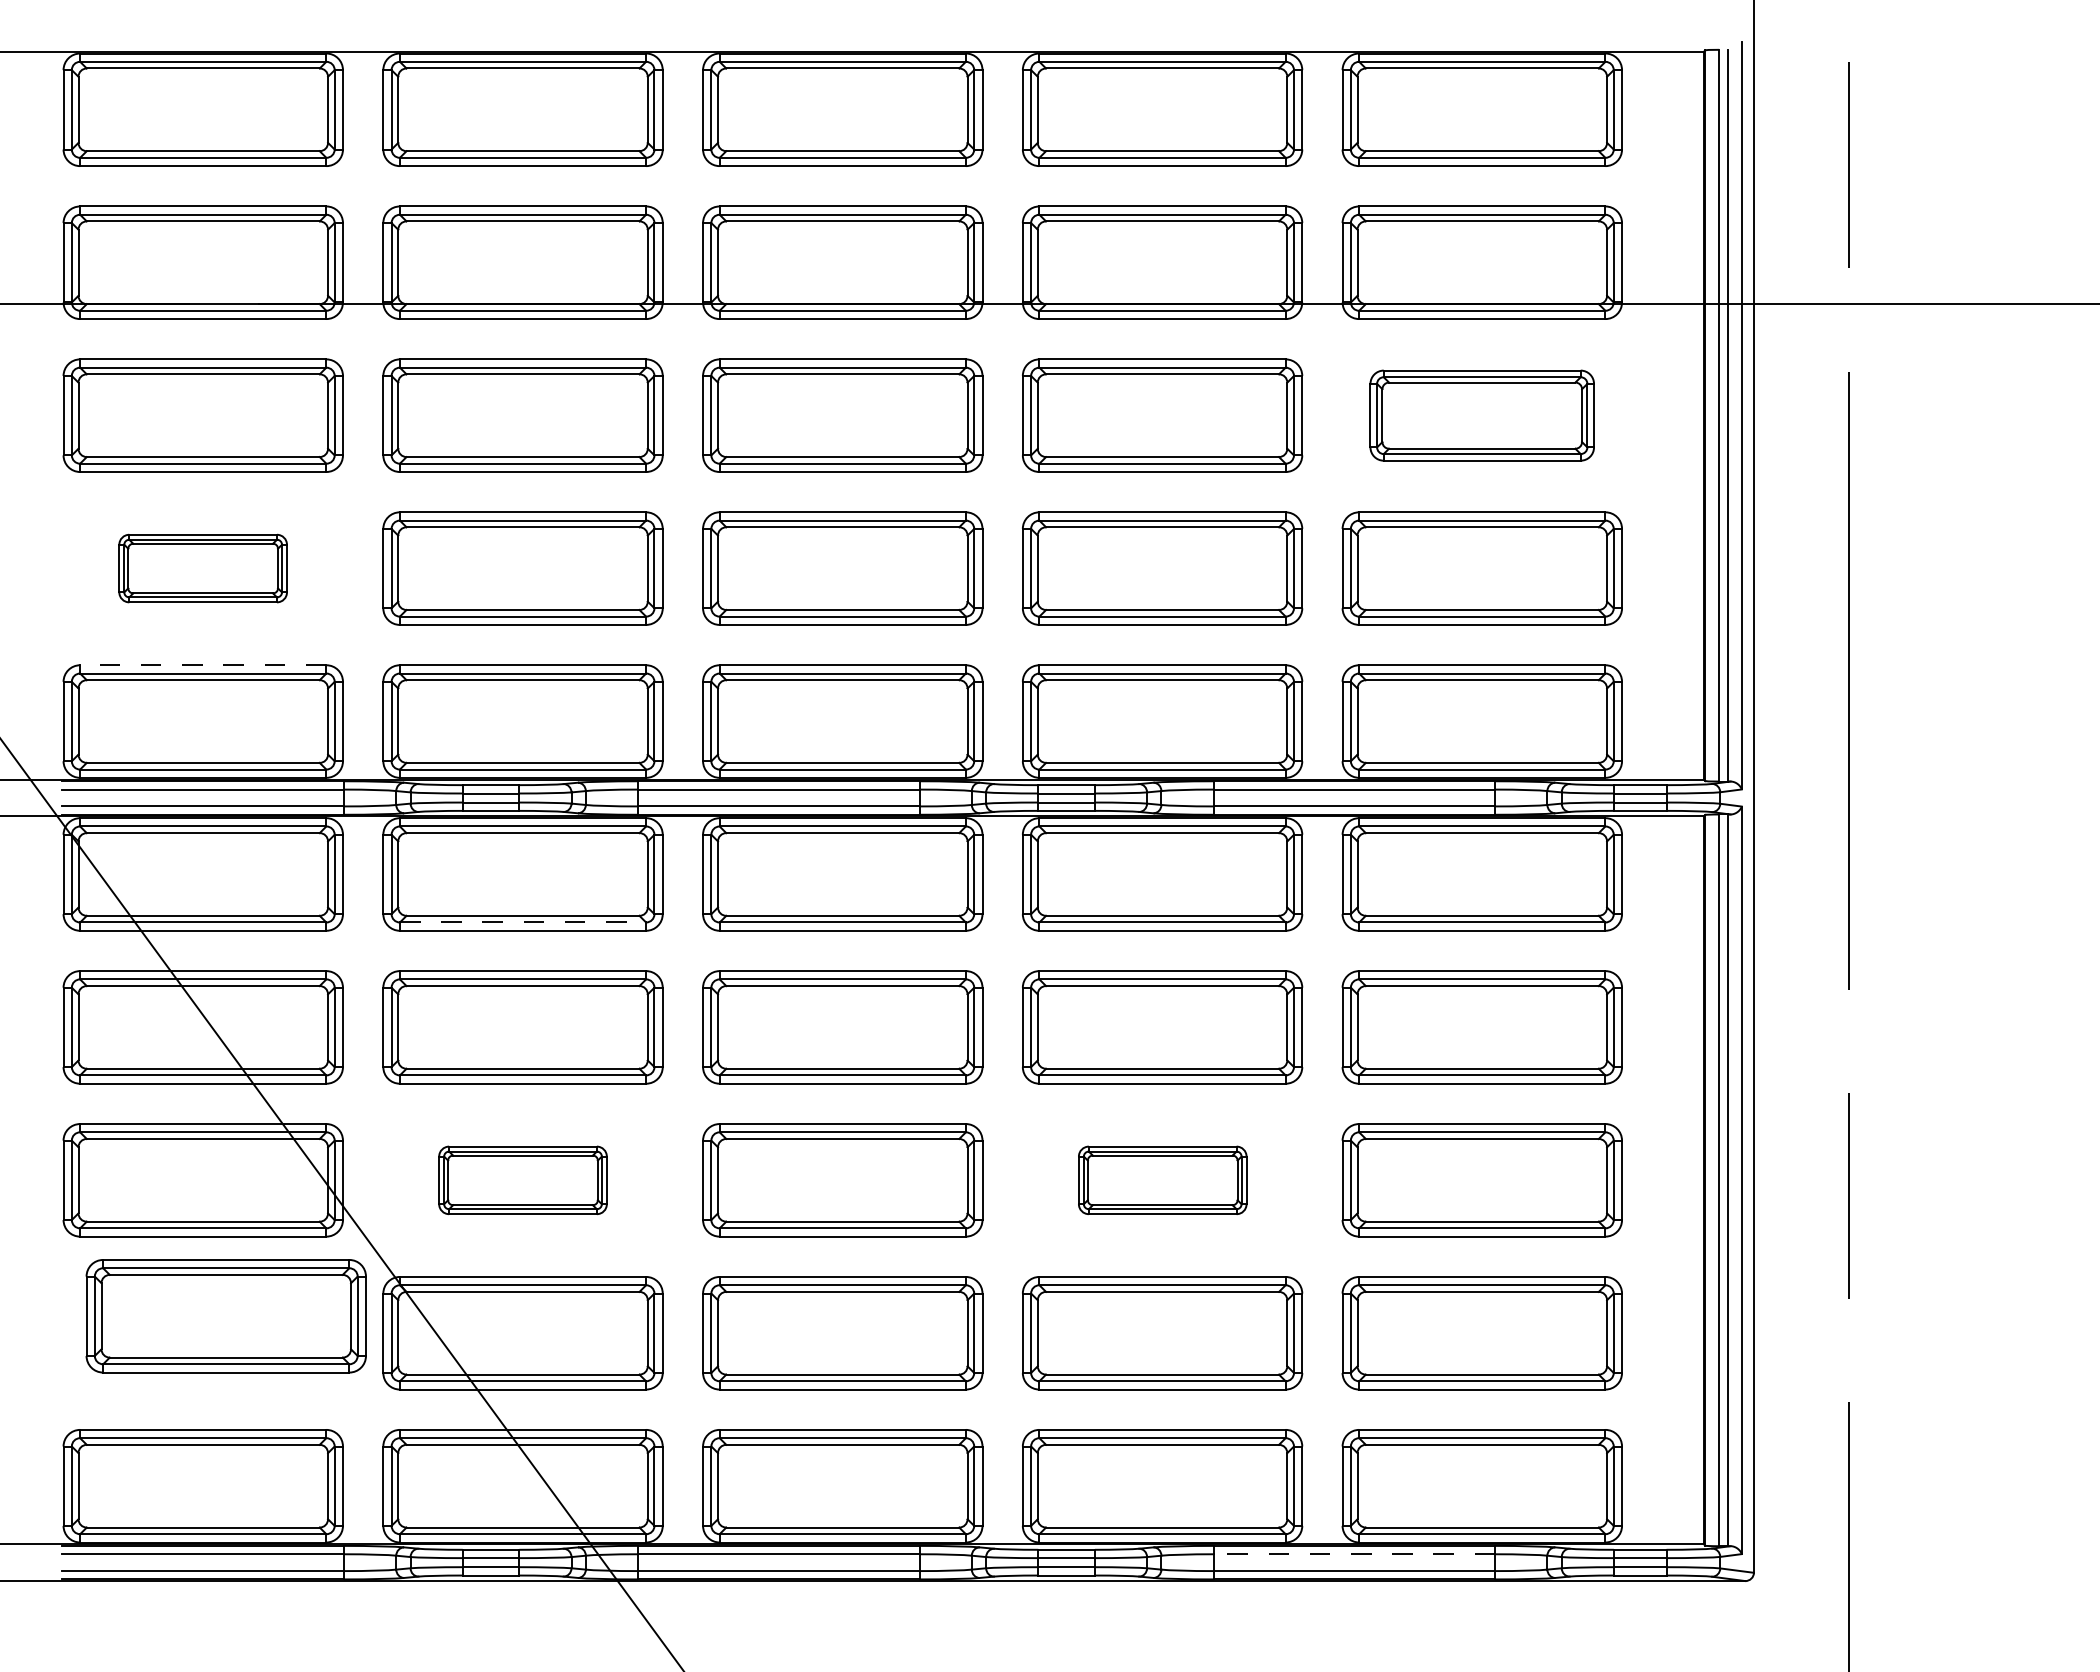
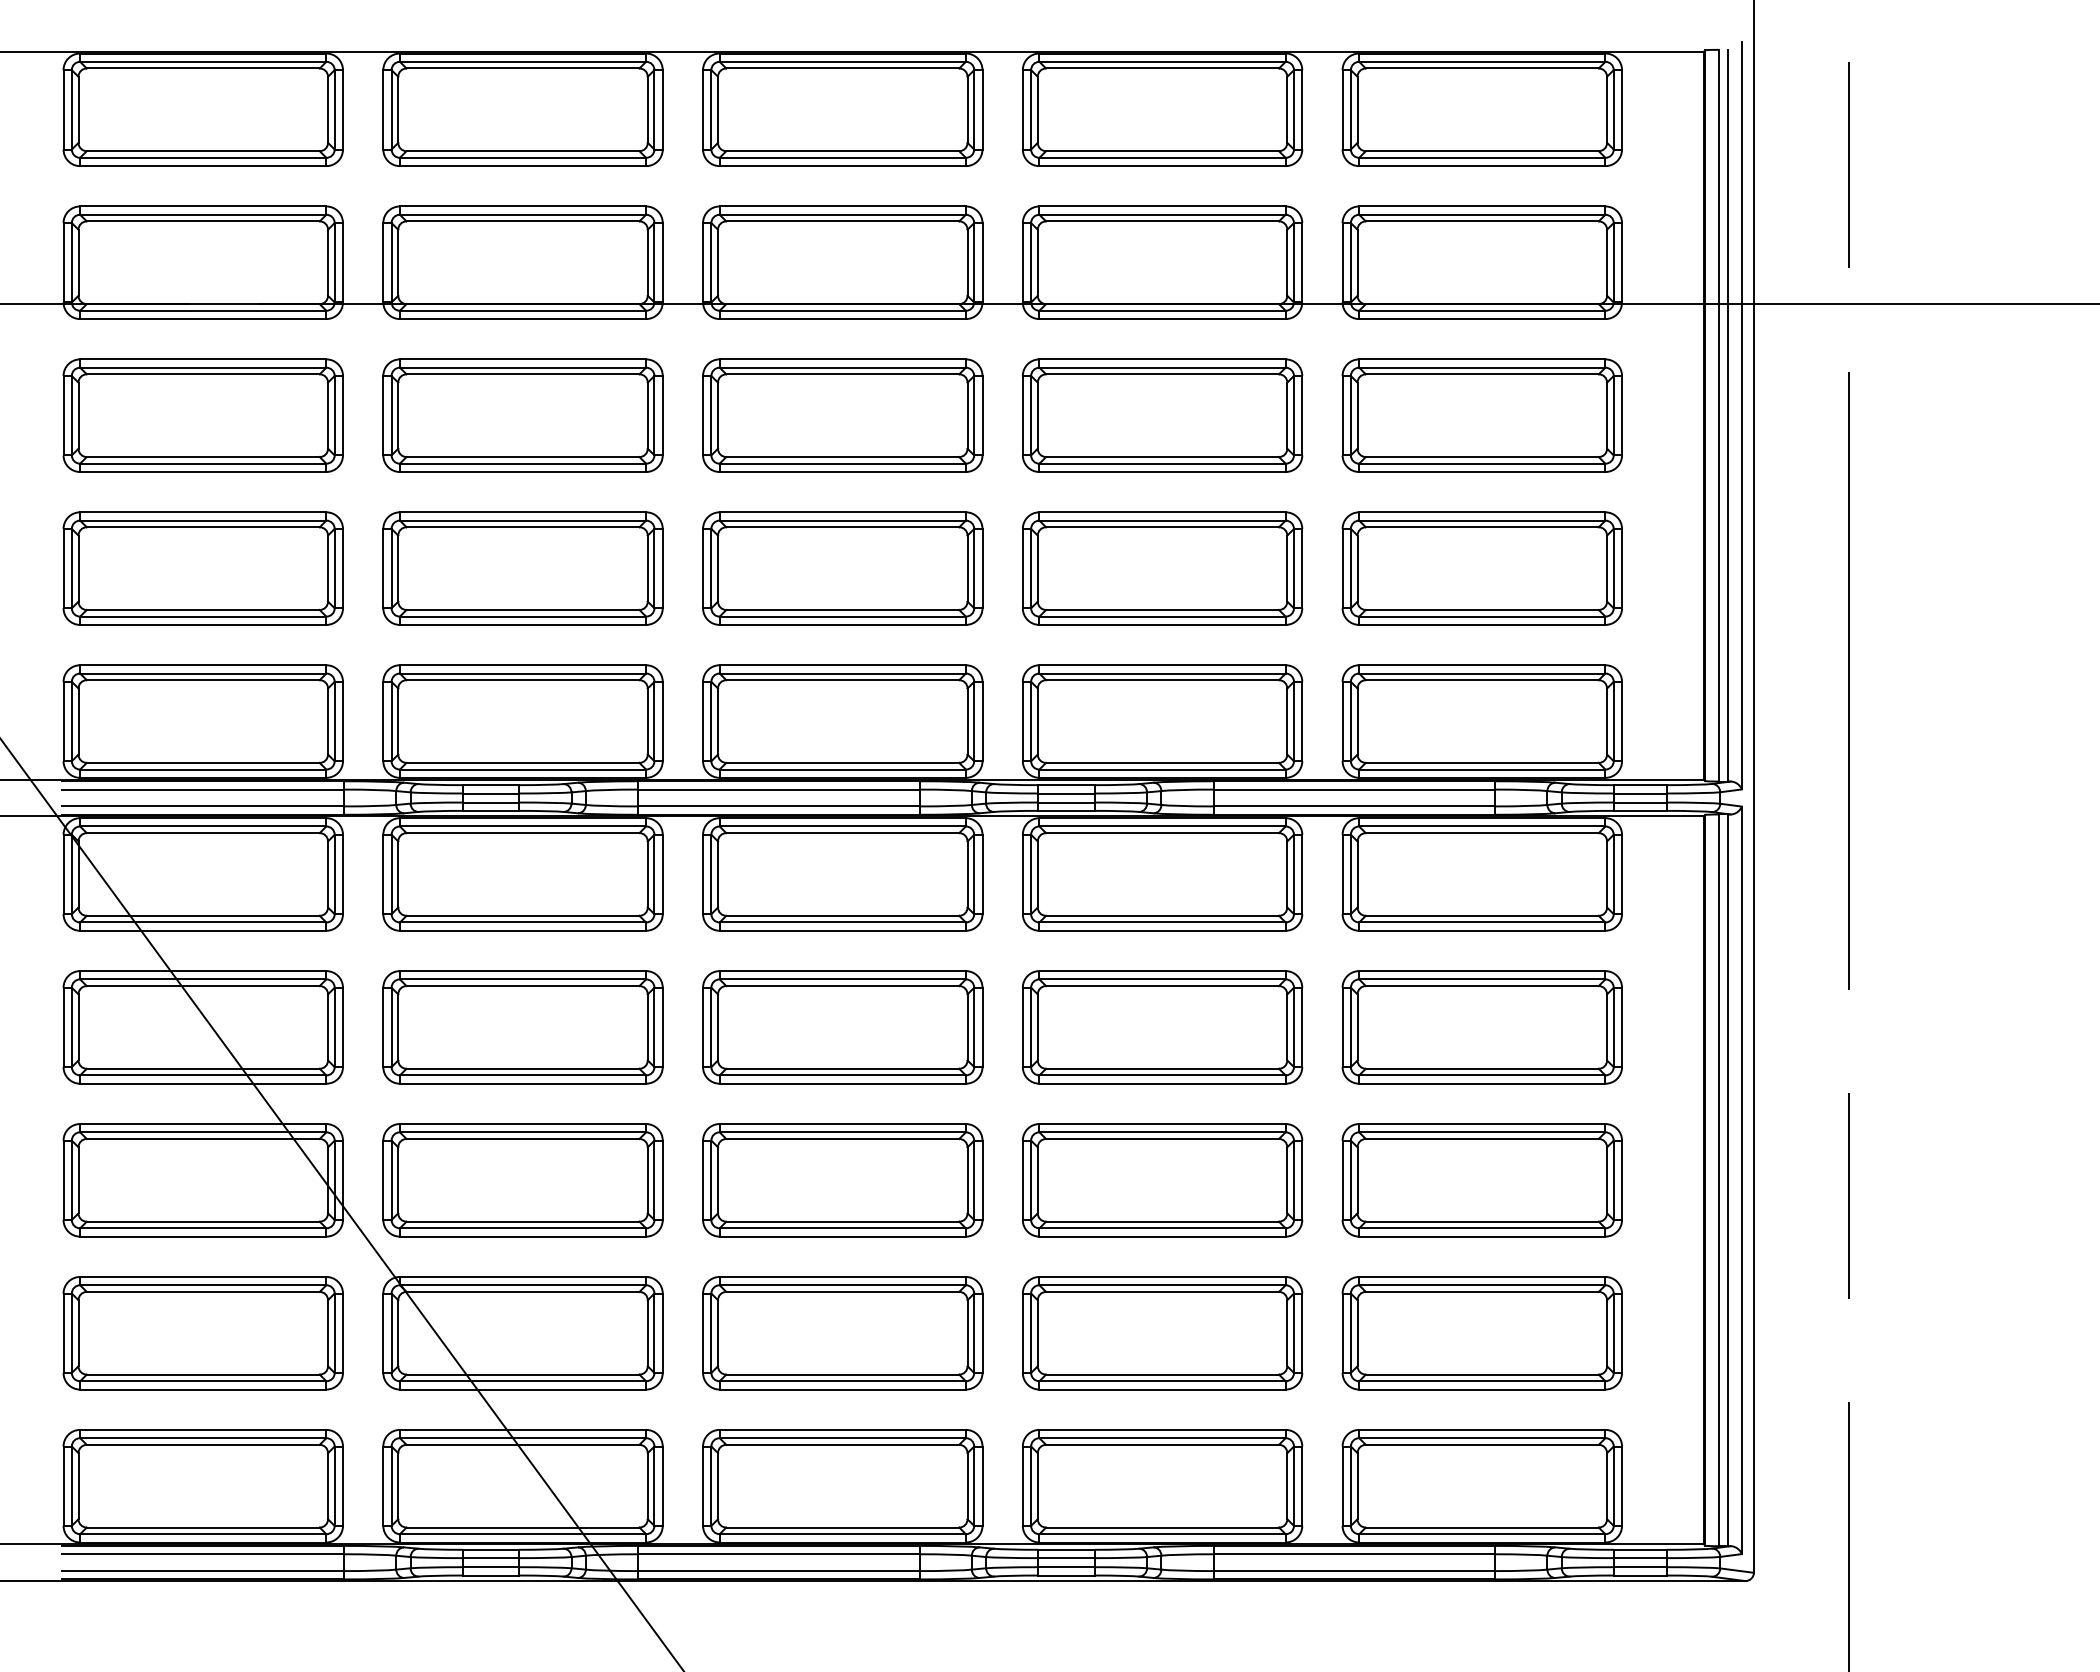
part at (1481, 415) size: 226x93 px -> 282x115 px
part at (202, 568) size: 170x71 px -> 282x115 px
line at (202, 665): dashed -> solid
line at (523, 922): dashed -> solid
part at (1162, 1179) size: 170x70 px -> 282x115 px
part at (522, 1180) size: 170x71 px -> 282x115 px
part at (225, 1316) position: (225, 1316) -> (202, 1333)
line at (1354, 1554): dashed -> solid
